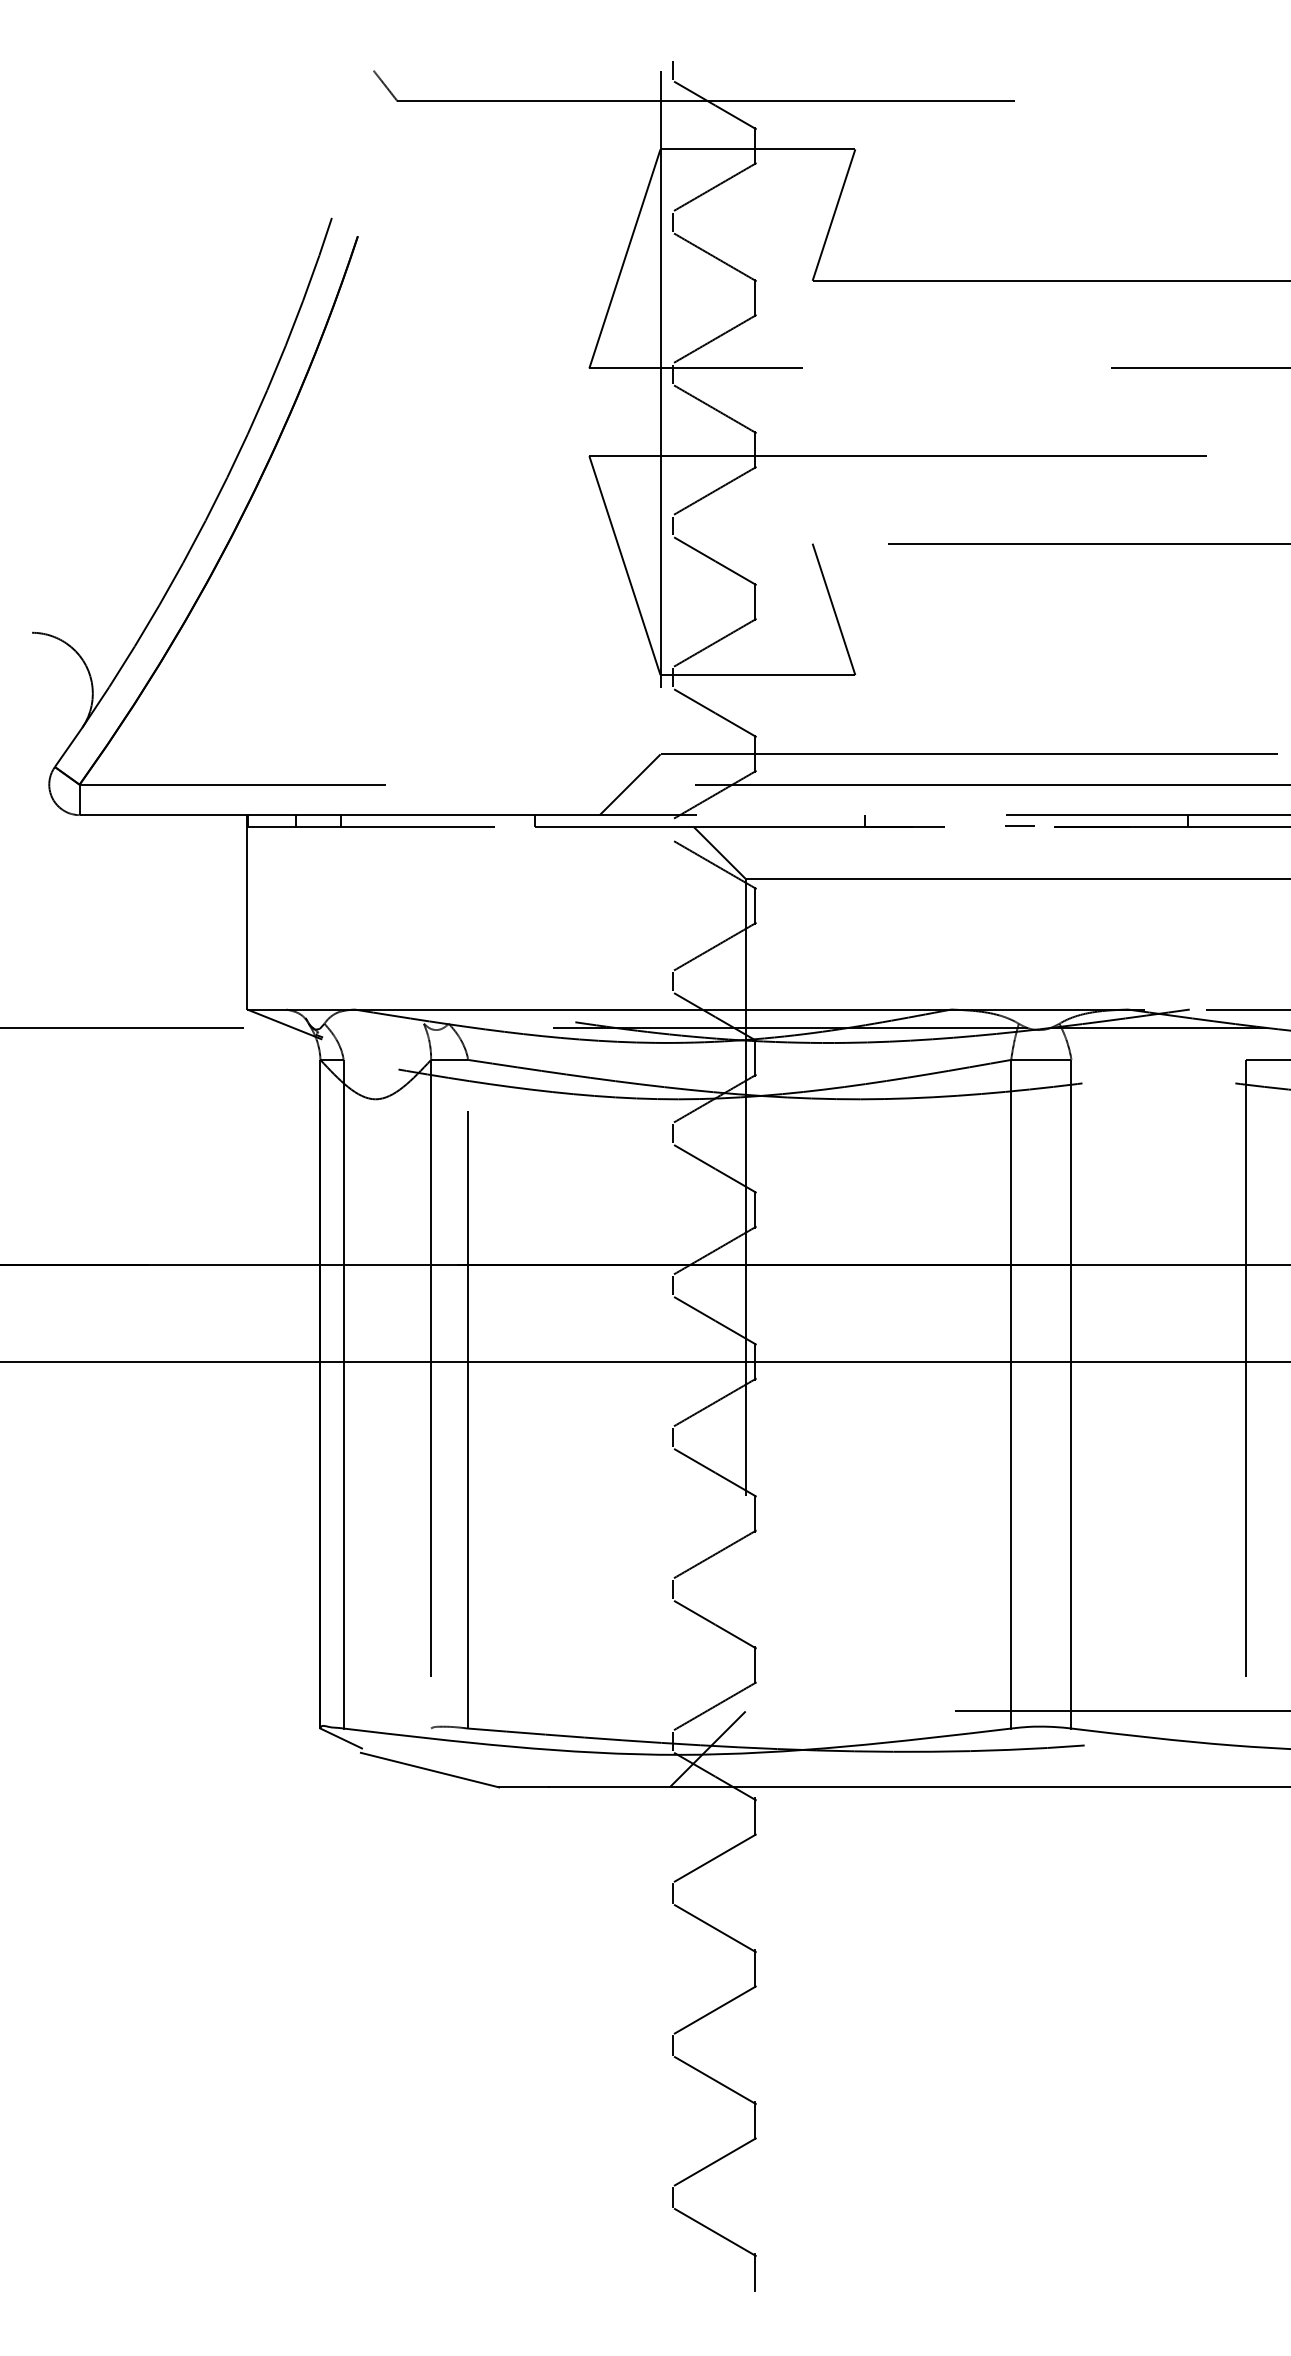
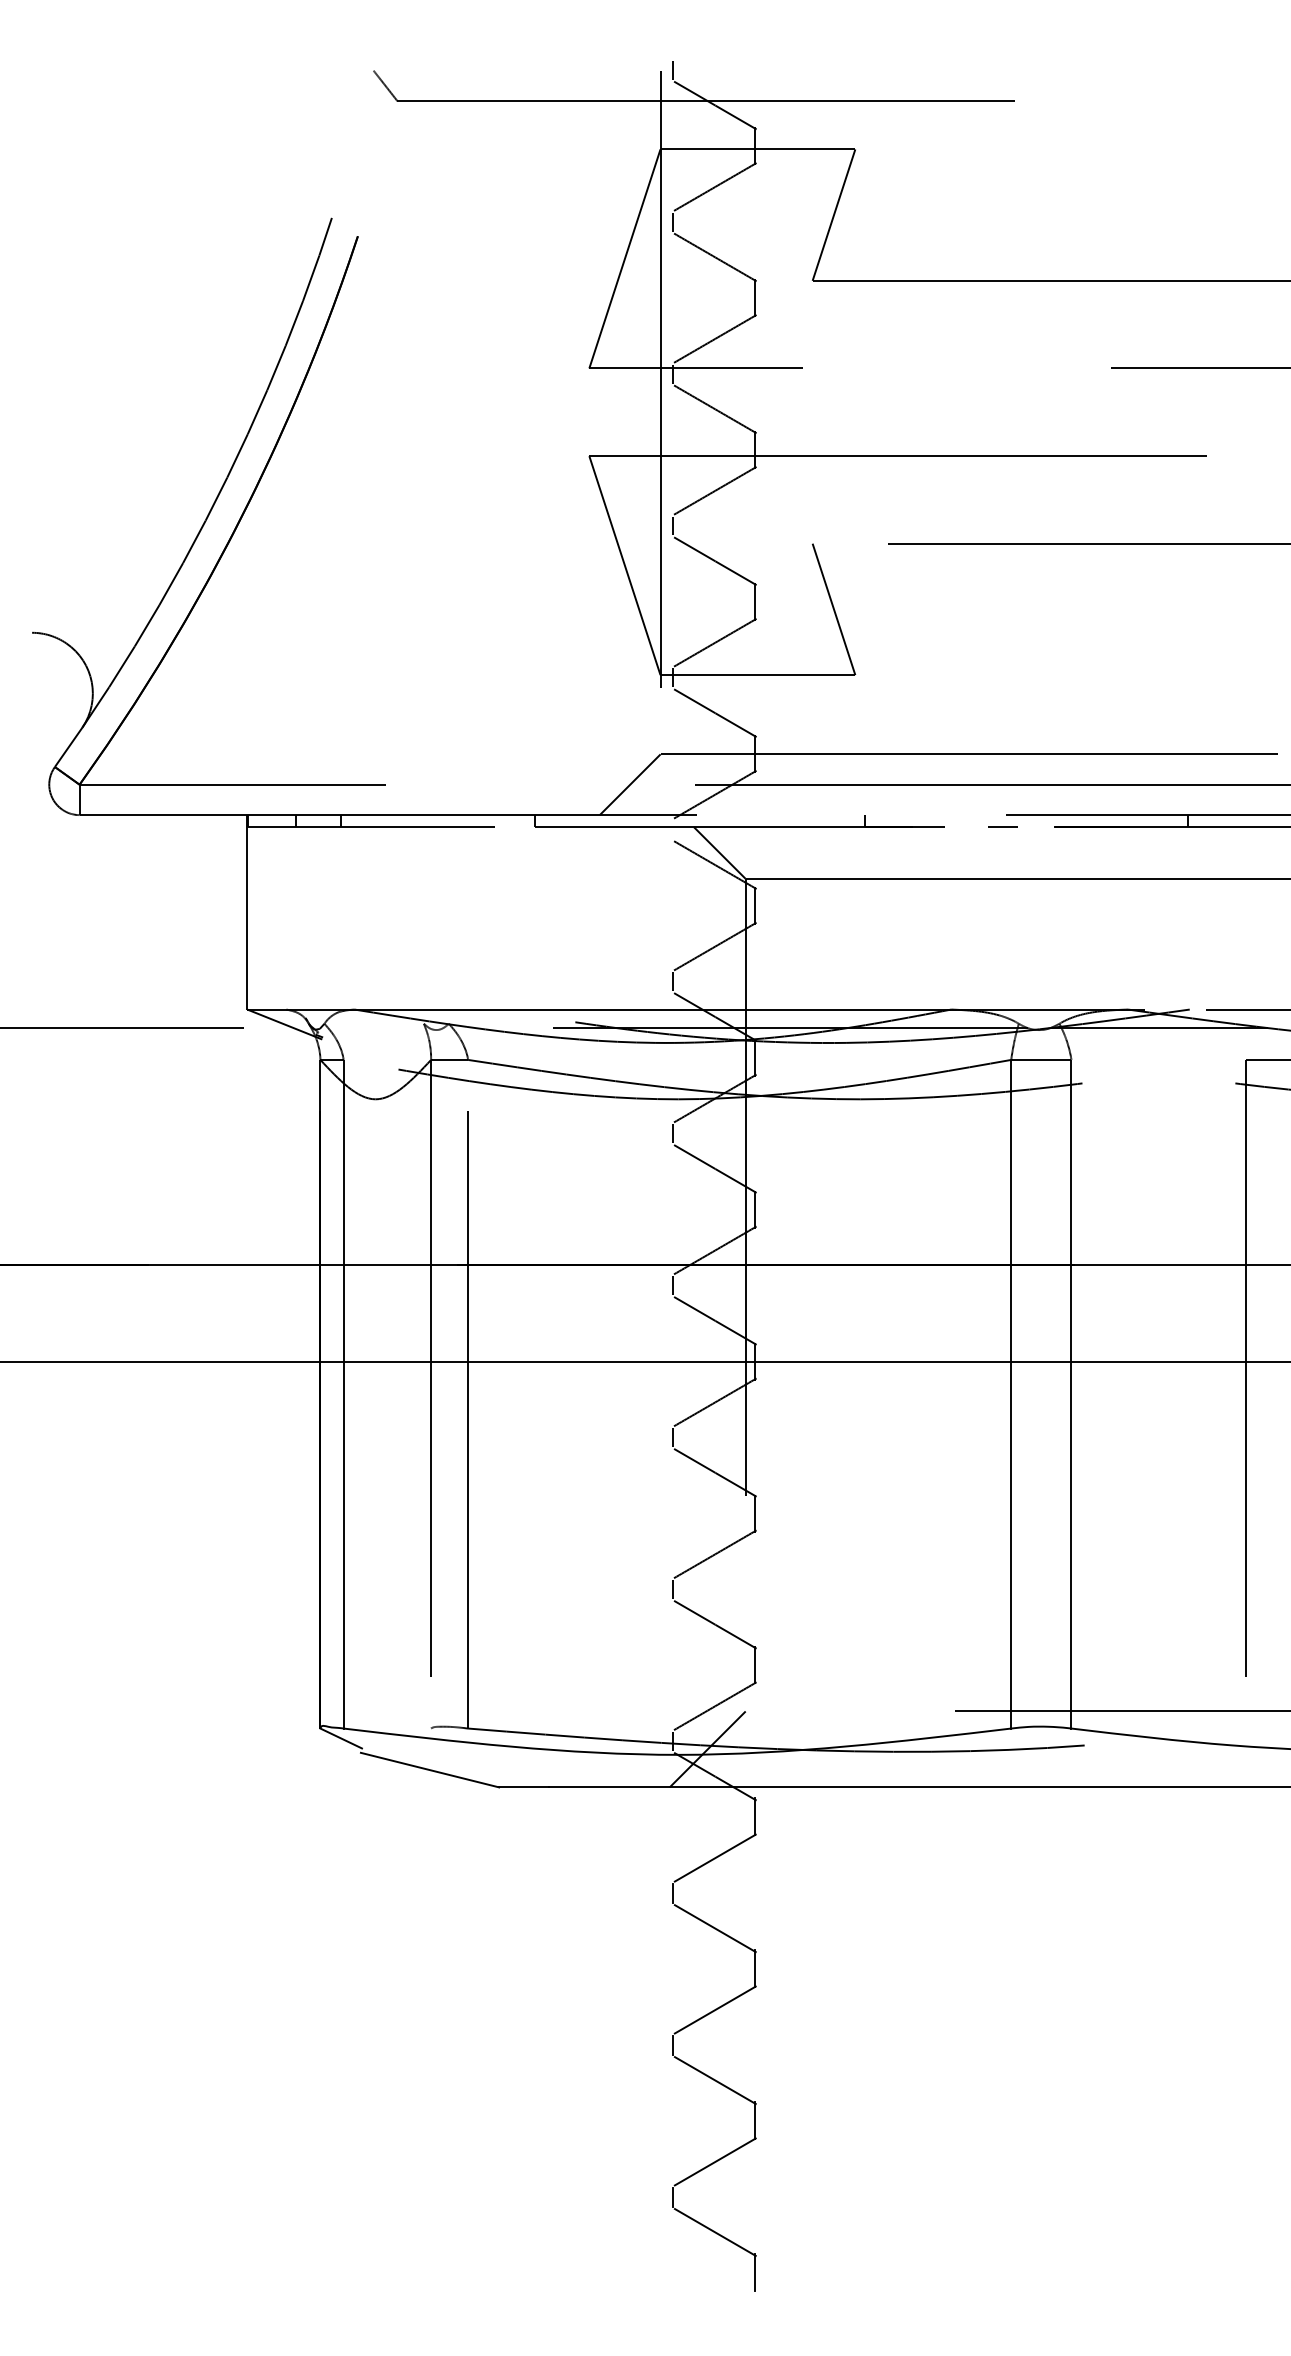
line at (1019, 825) position: (1019, 825) -> (1002, 826)
